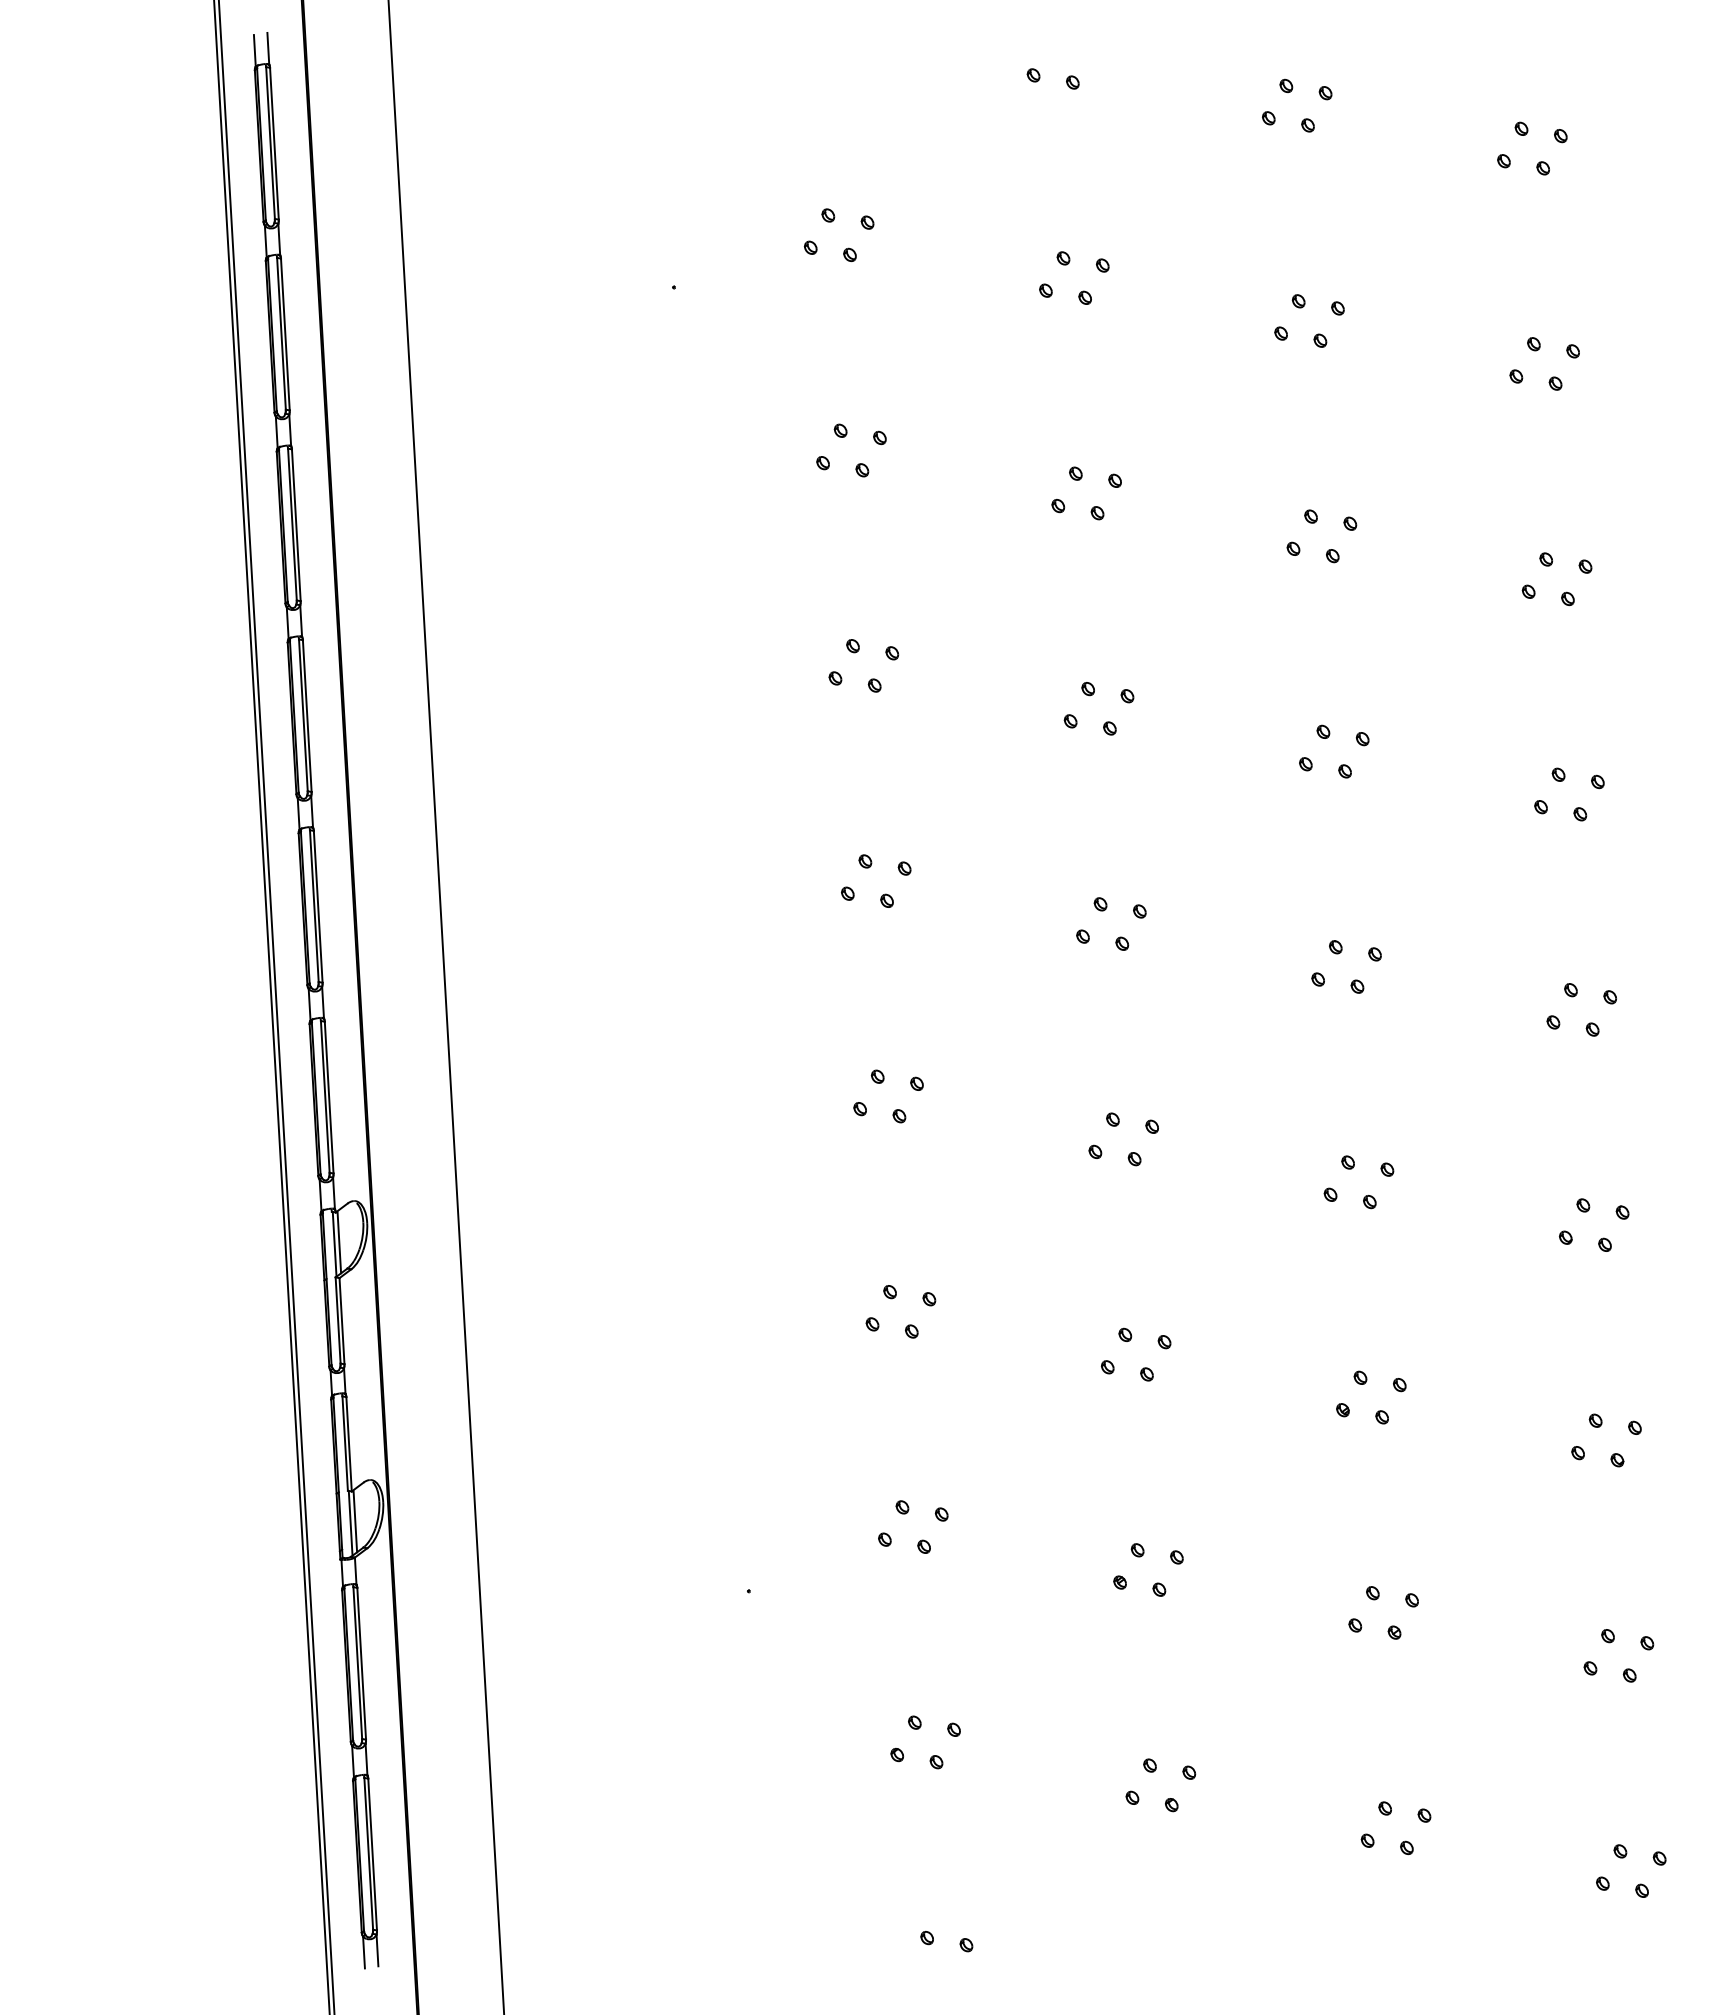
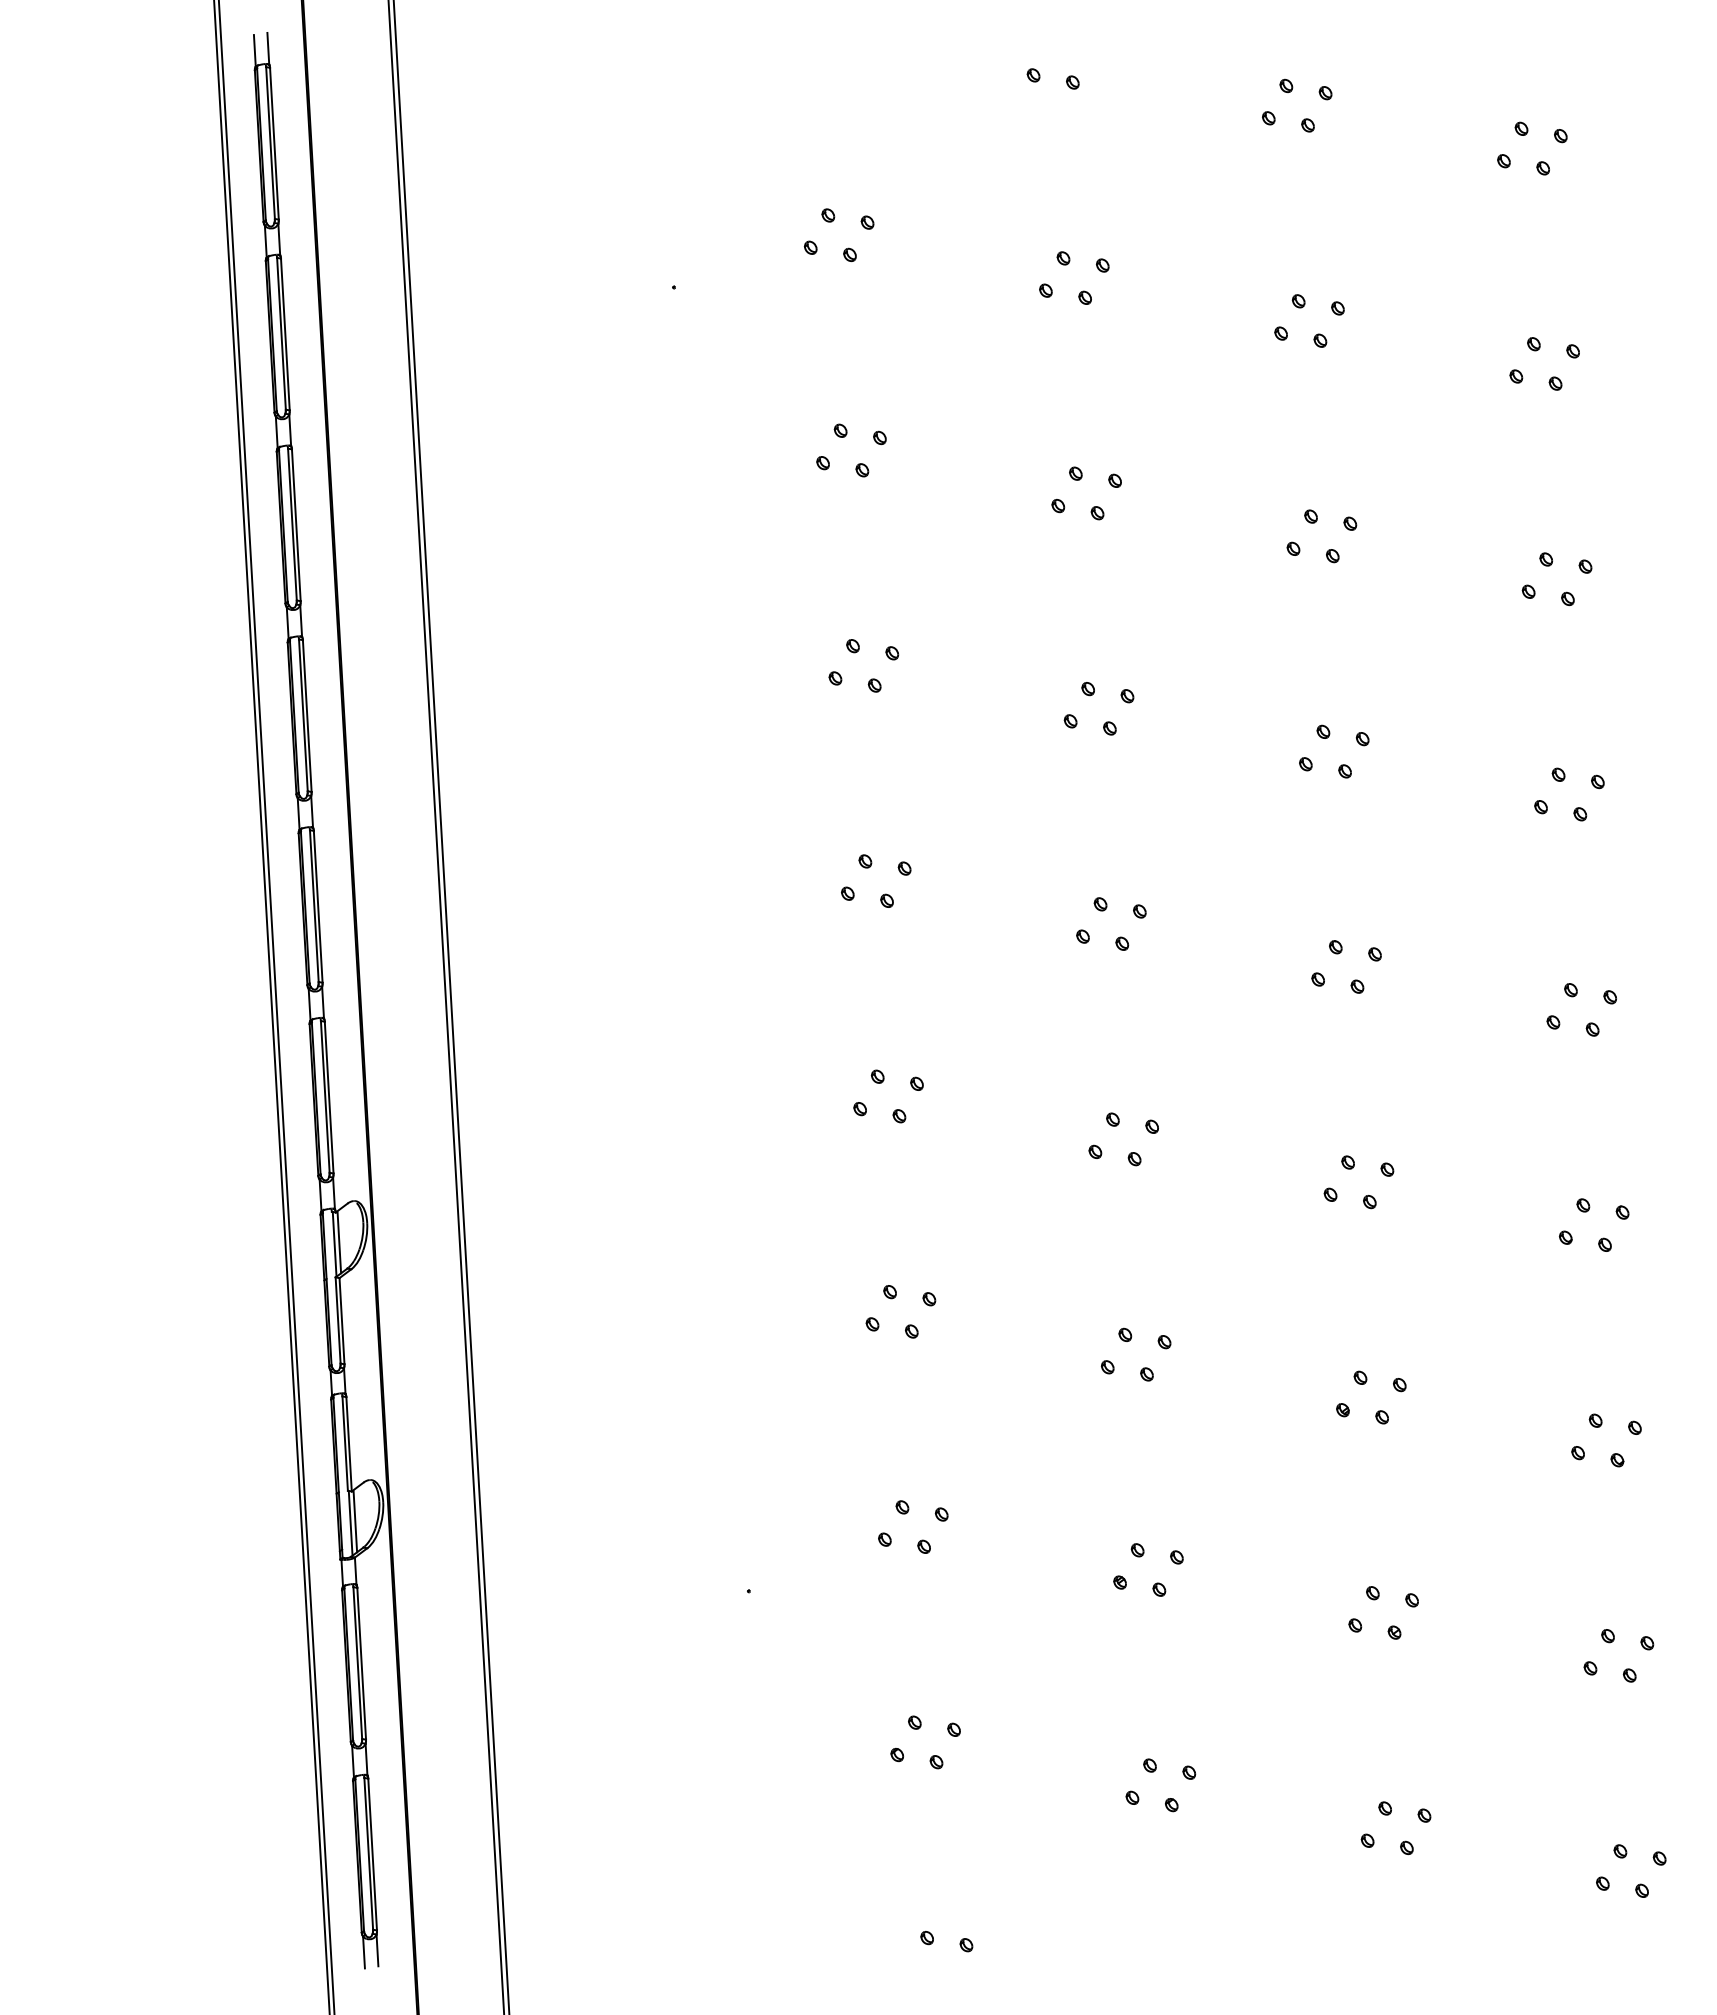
line at (451, 1006): none -> present
